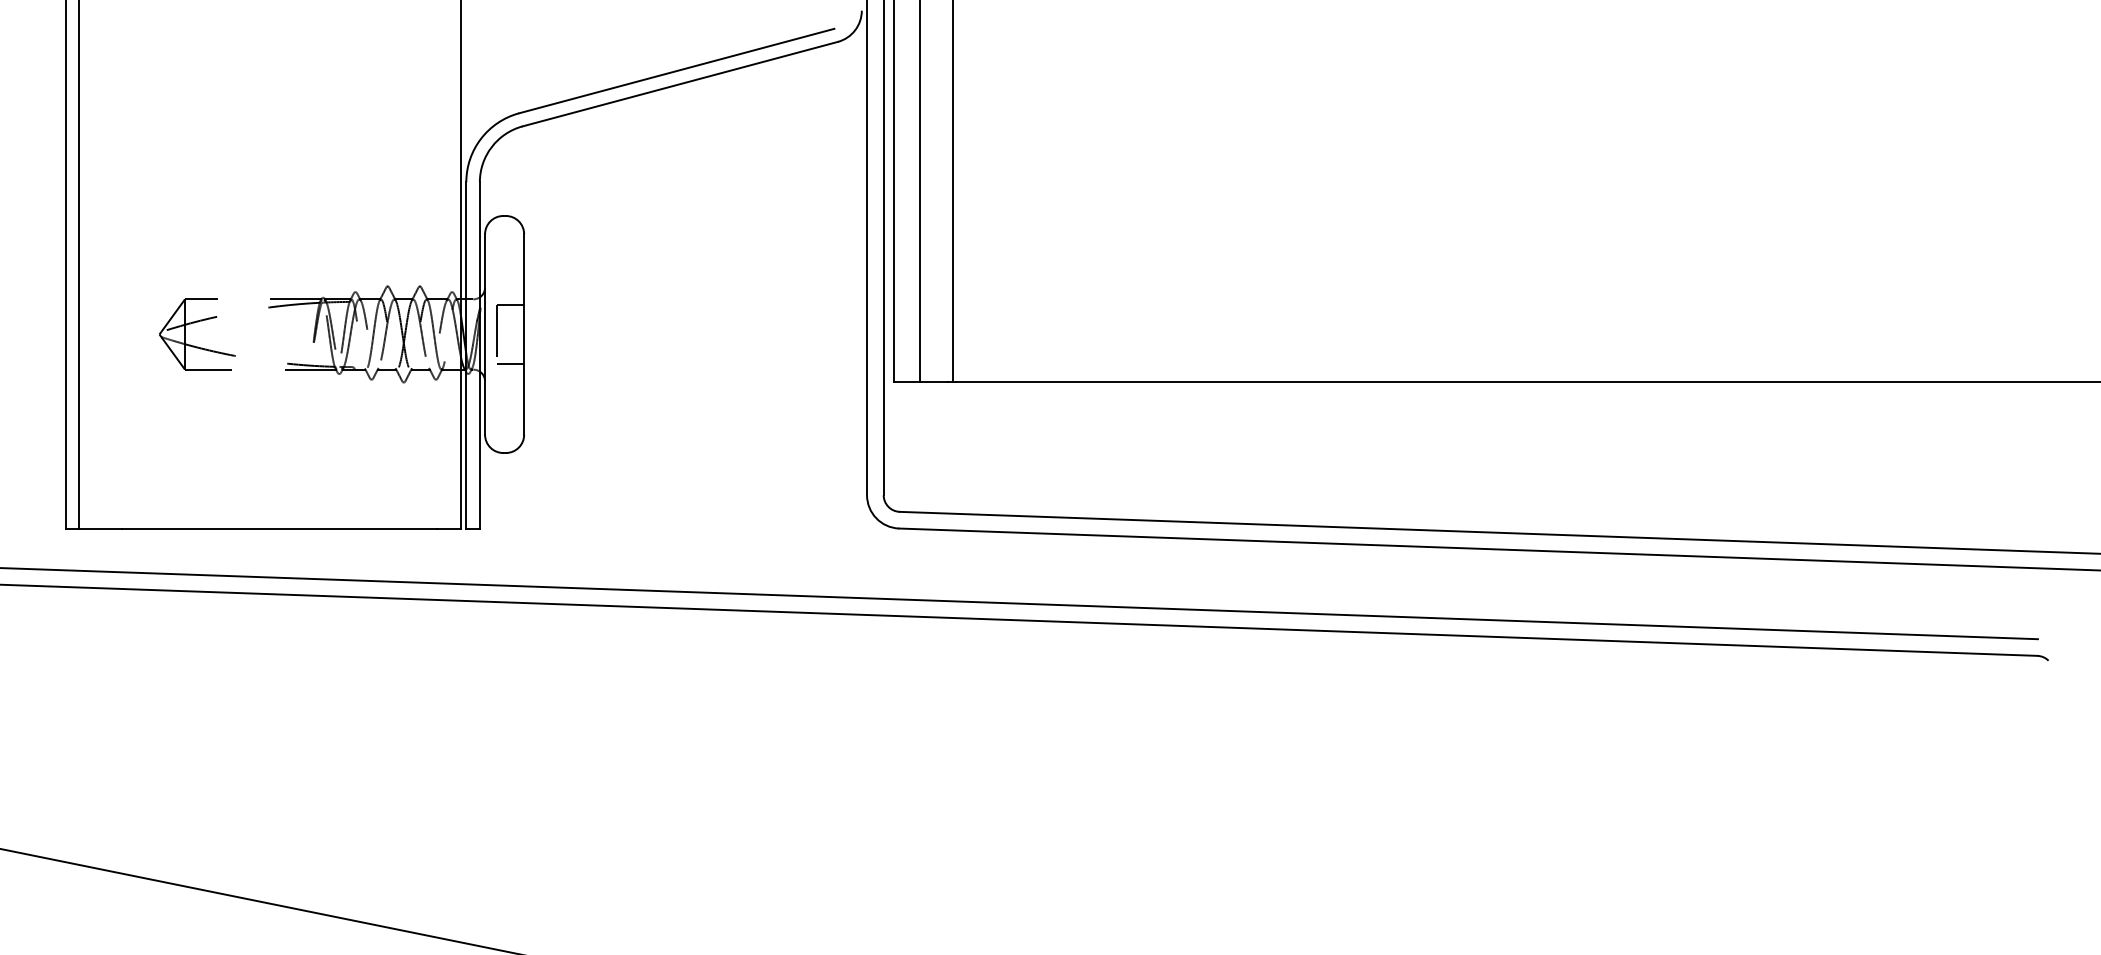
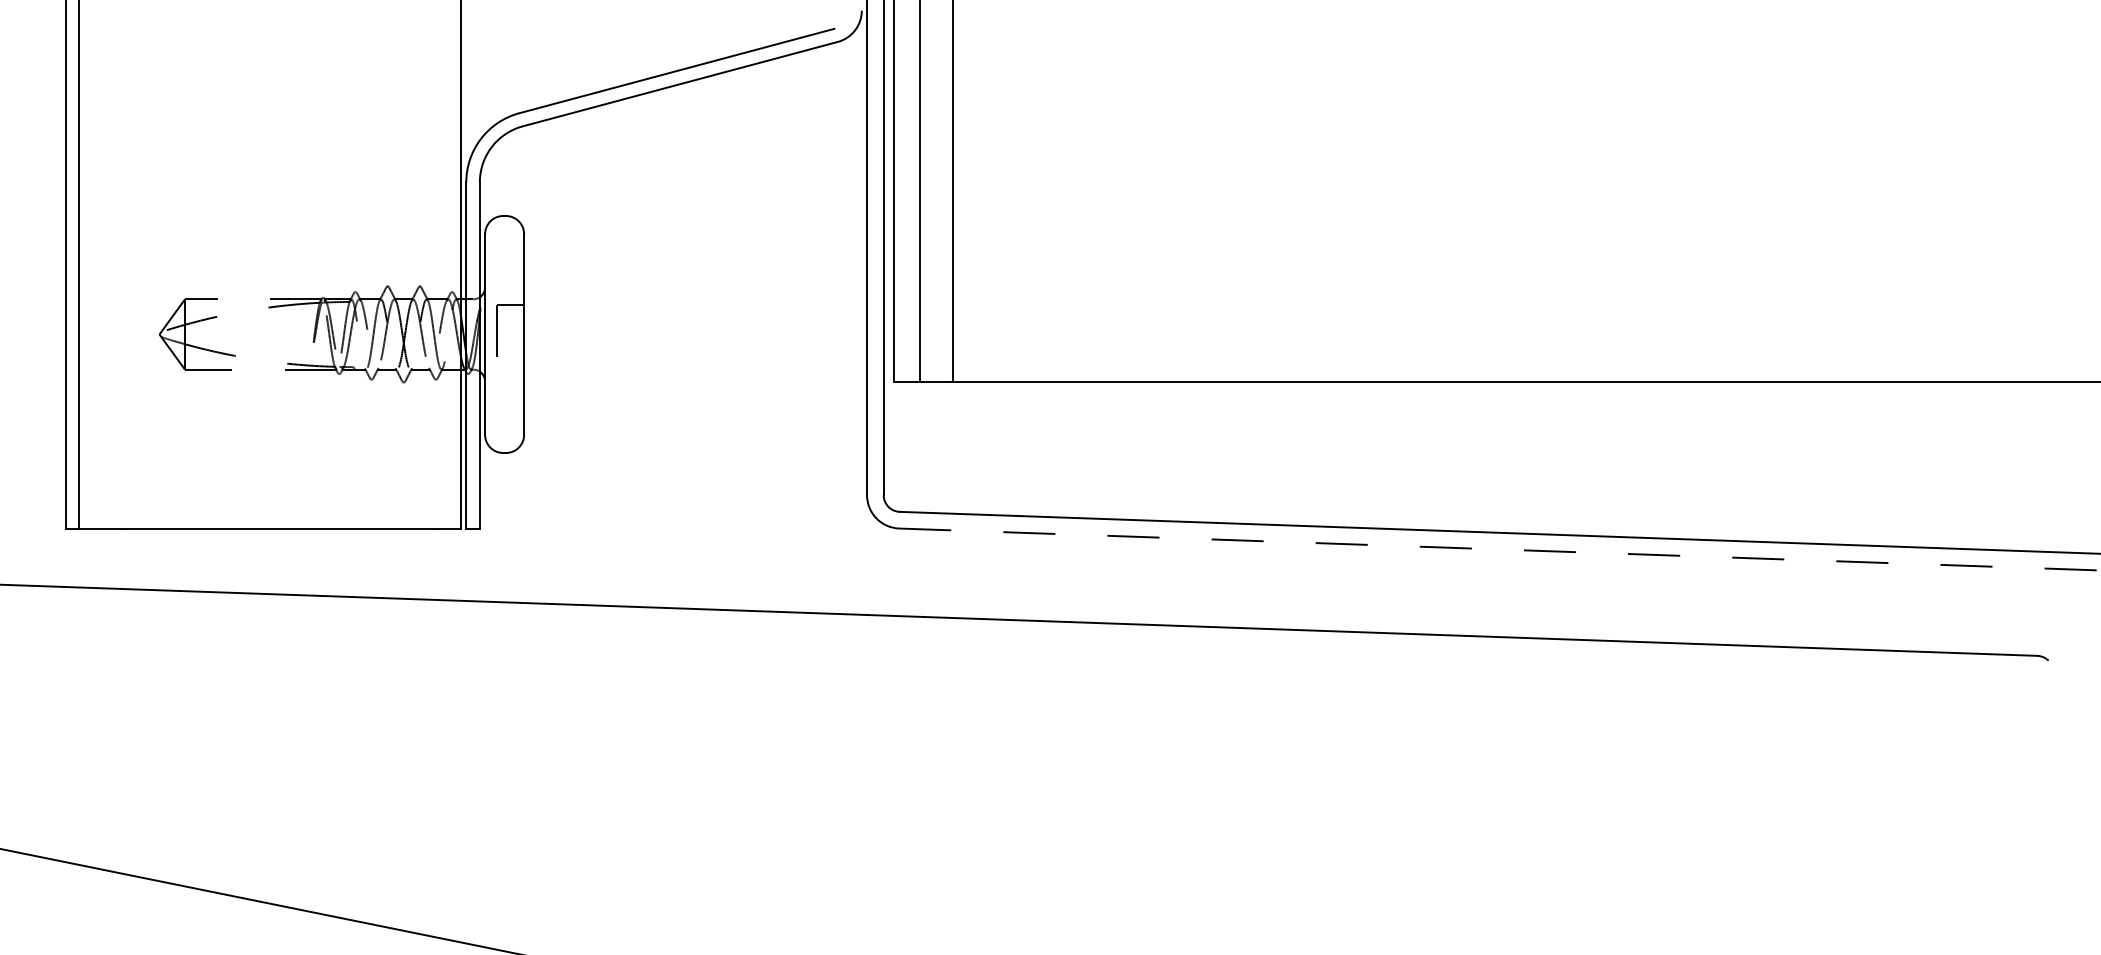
line at (510, 363): present -> none
line at (1500, 549): solid -> dashed
line at (1019, 603): present -> none
